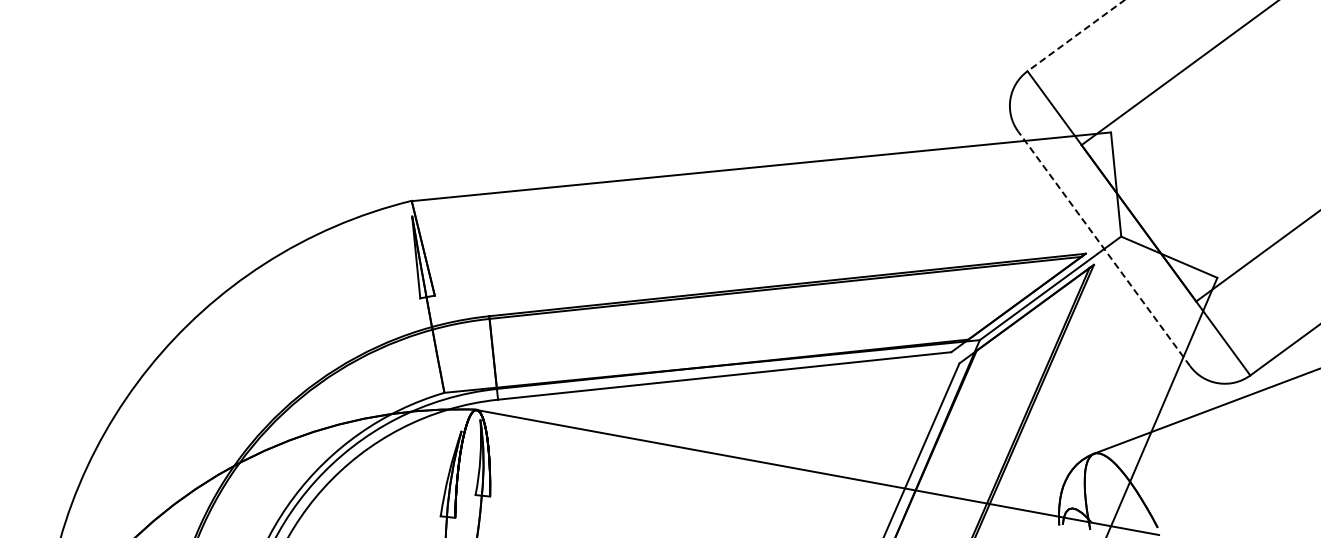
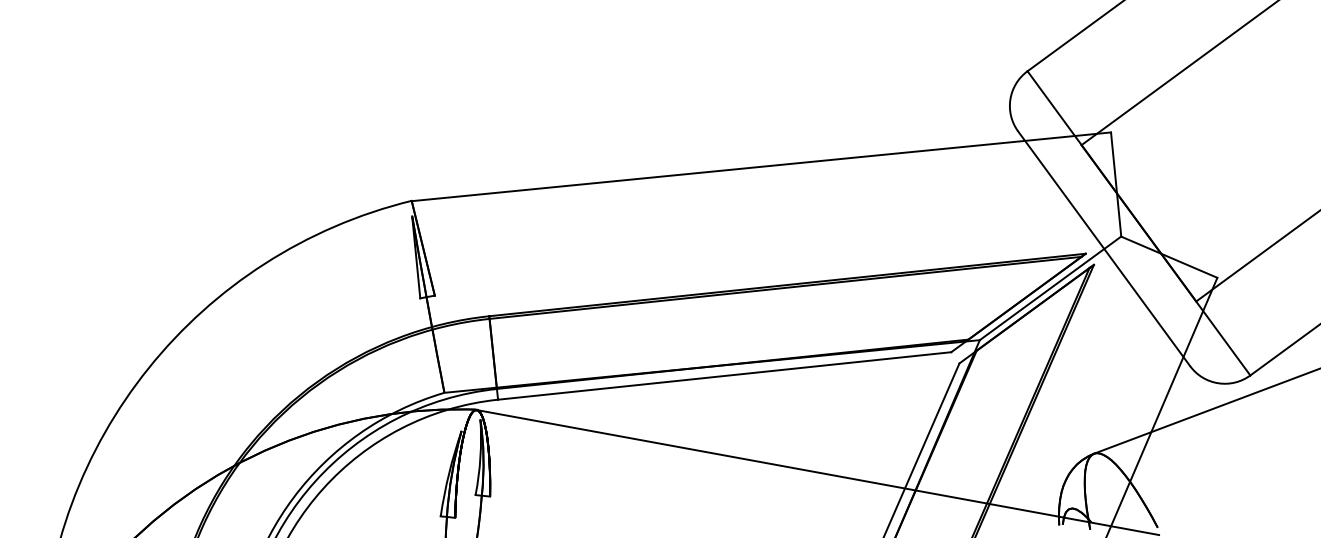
line at (1075, 35): dashed -> solid
line at (1103, 248): dashed -> solid
